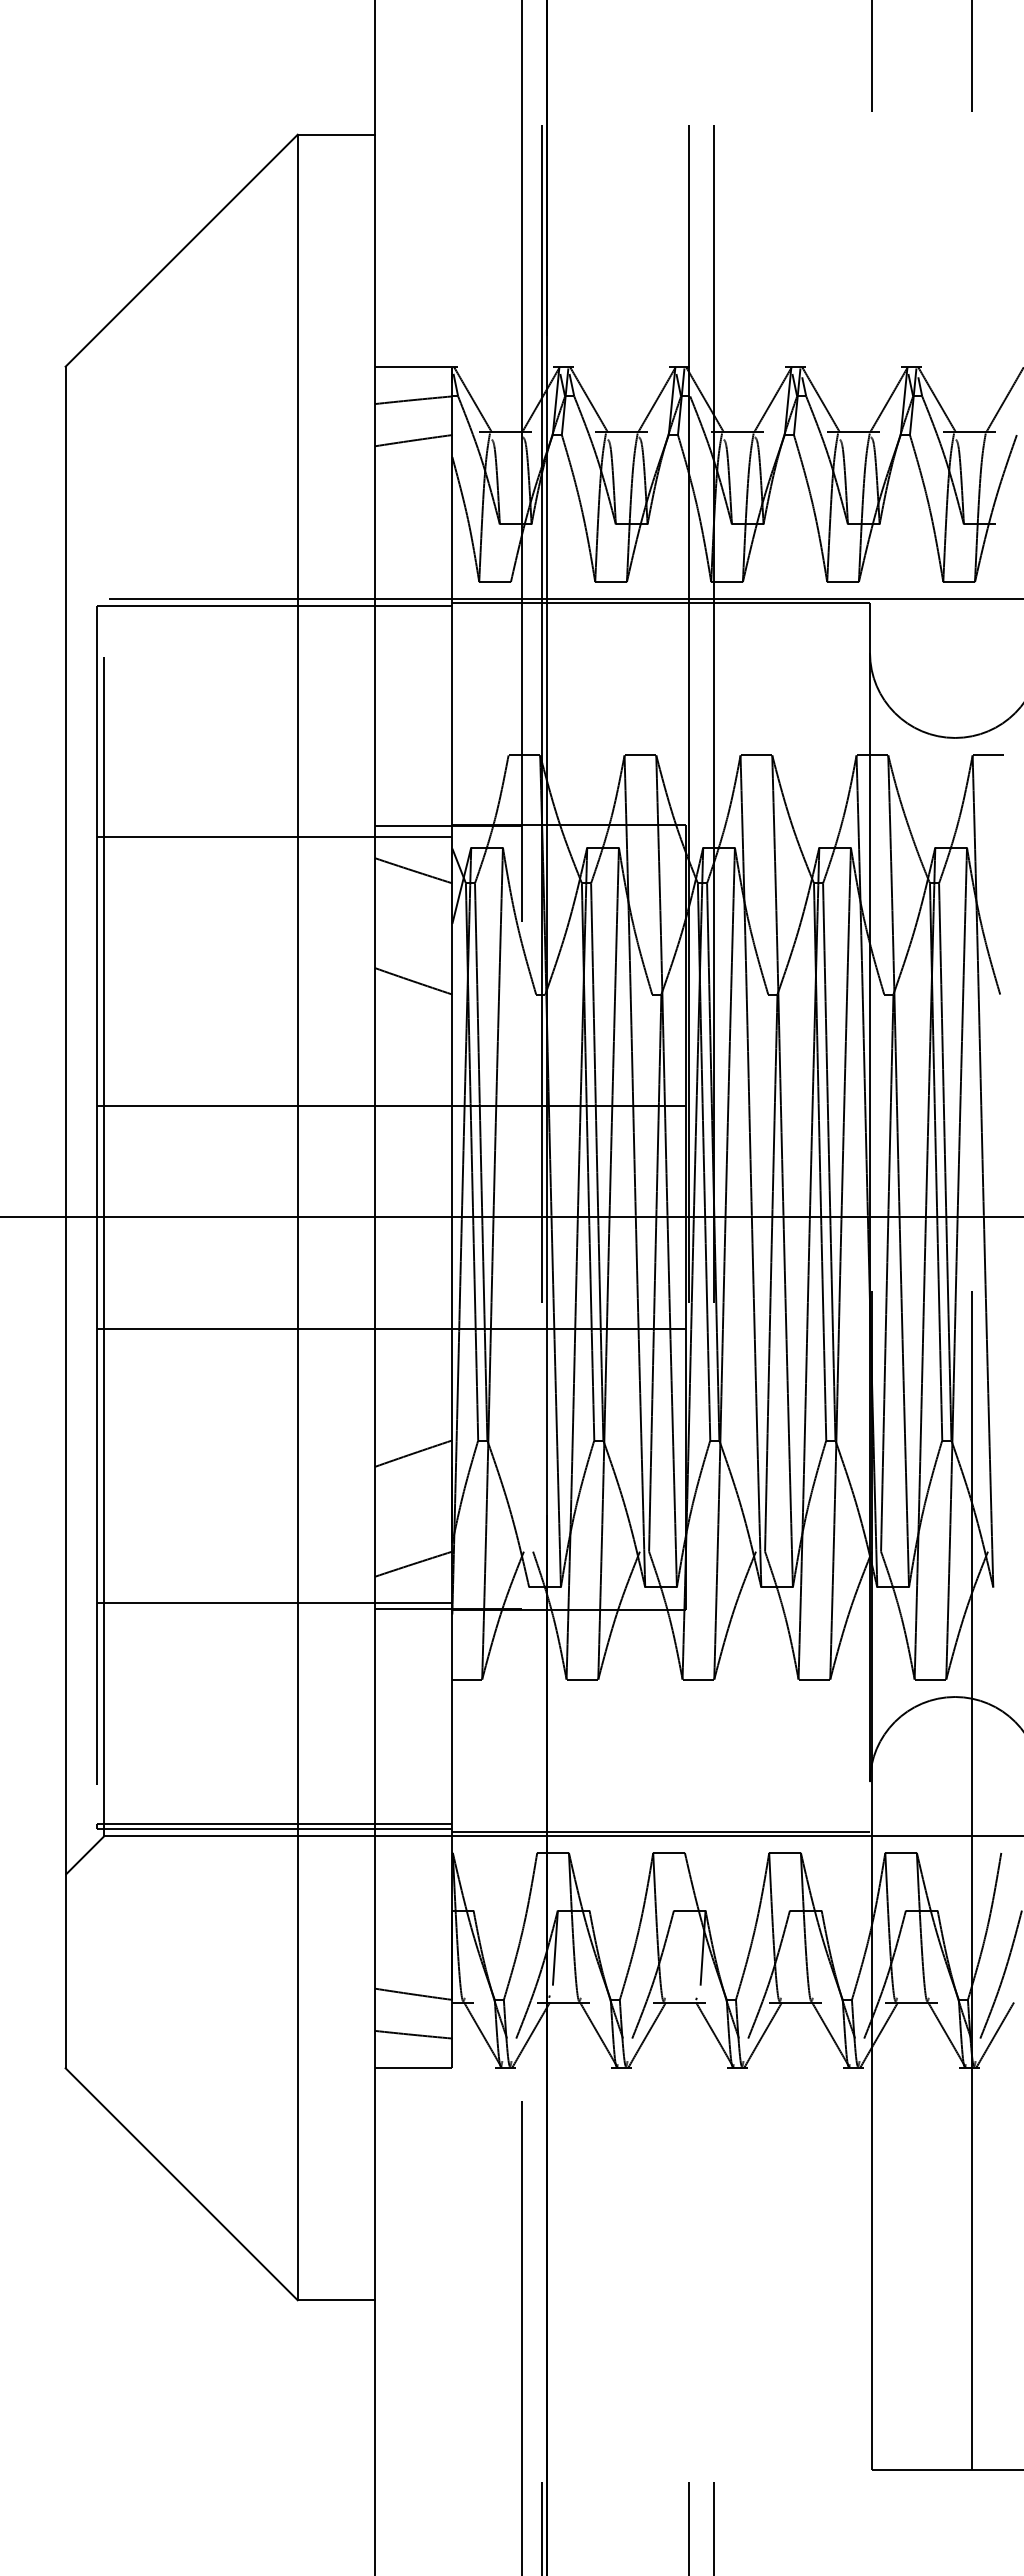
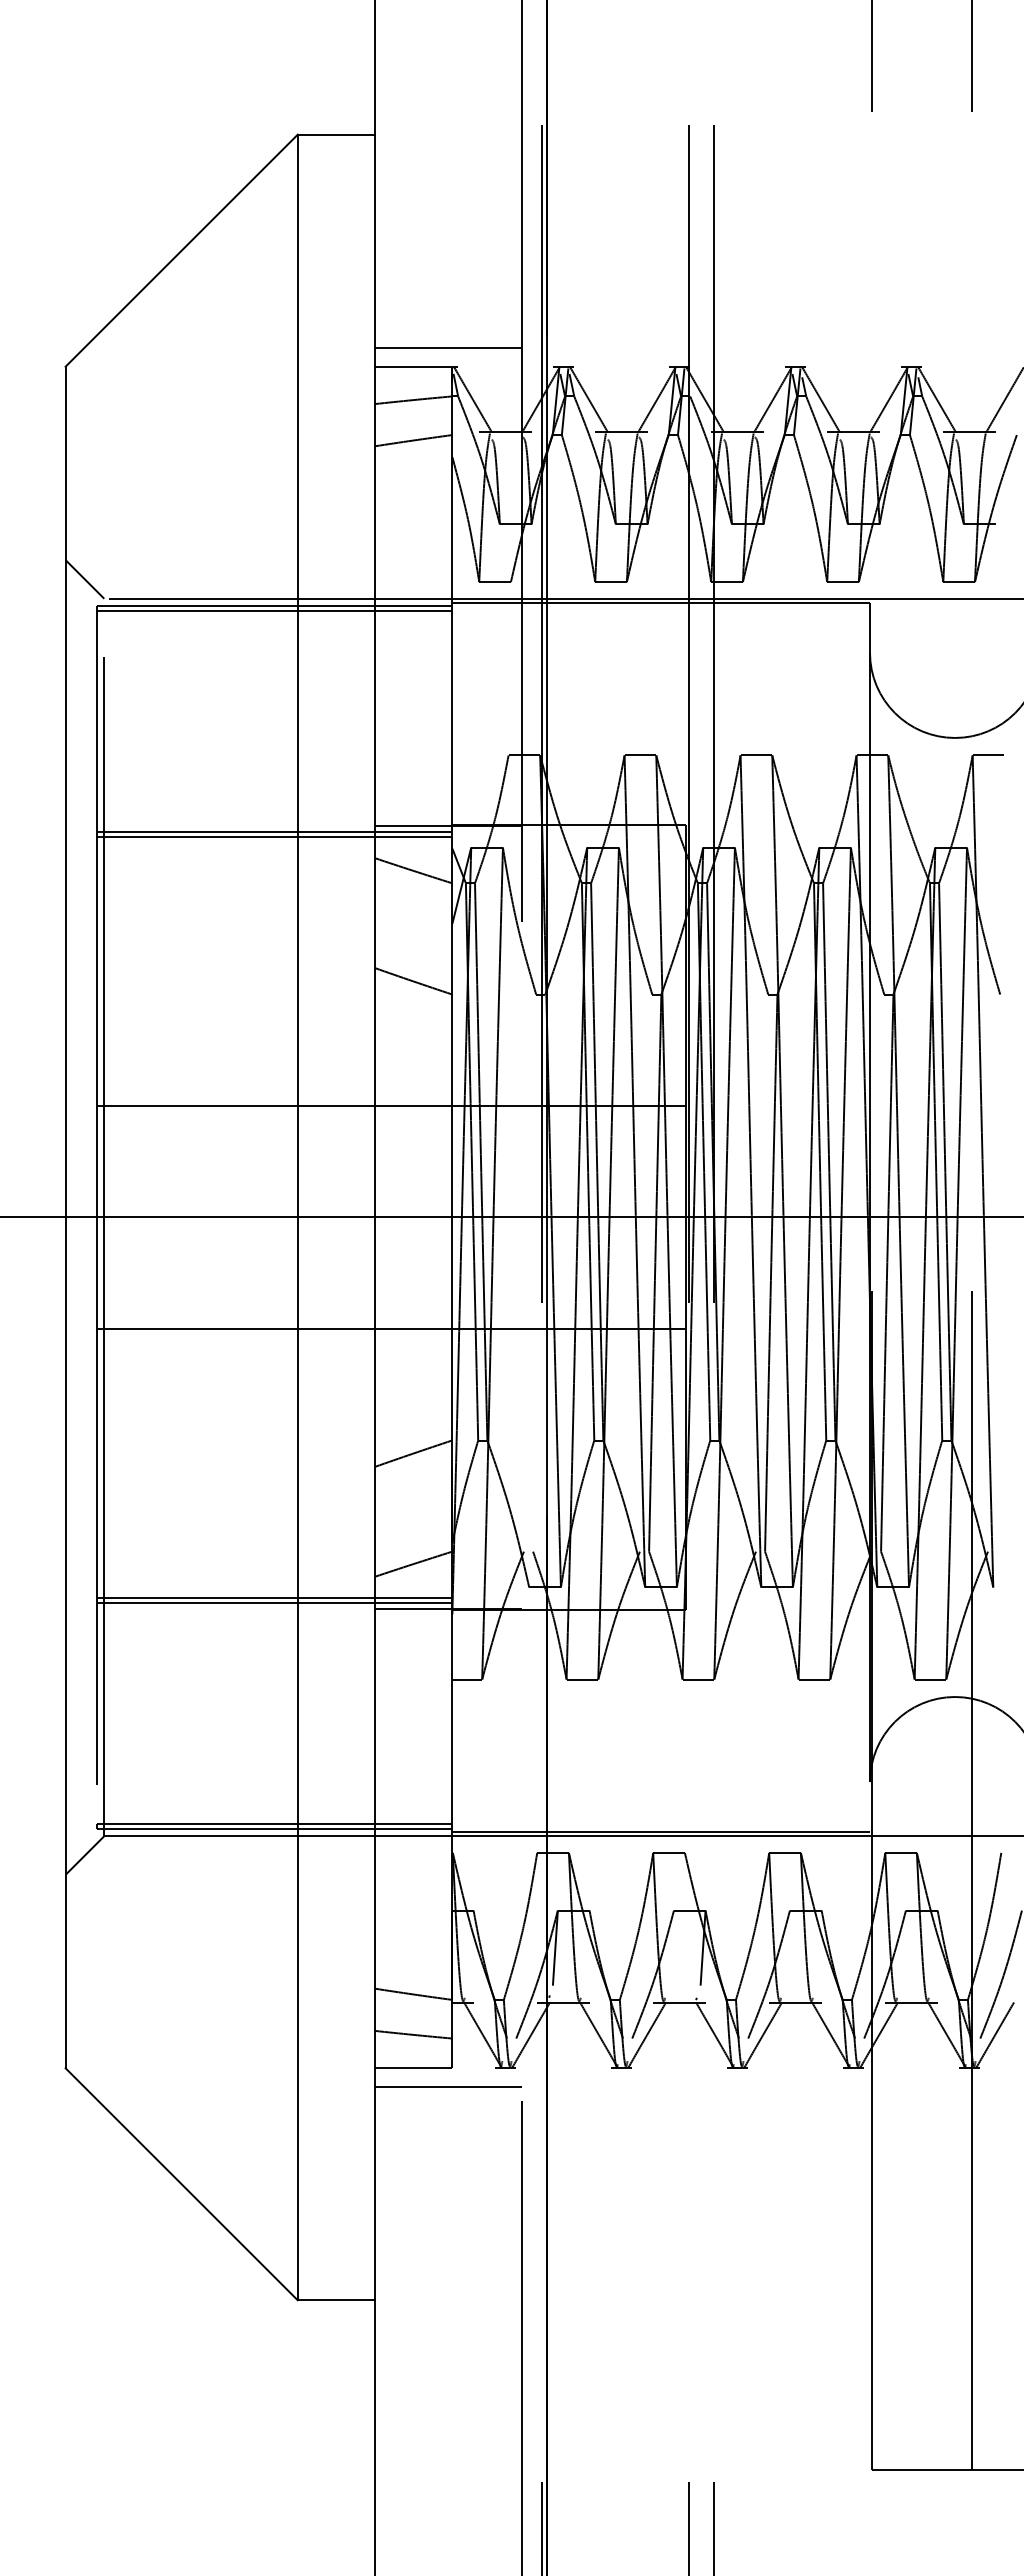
line at (448, 348): none -> present
line at (84, 579): none -> present
line at (274, 611): none -> present
line at (274, 831): none -> present
line at (274, 1598): none -> present
line at (448, 2086): none -> present
